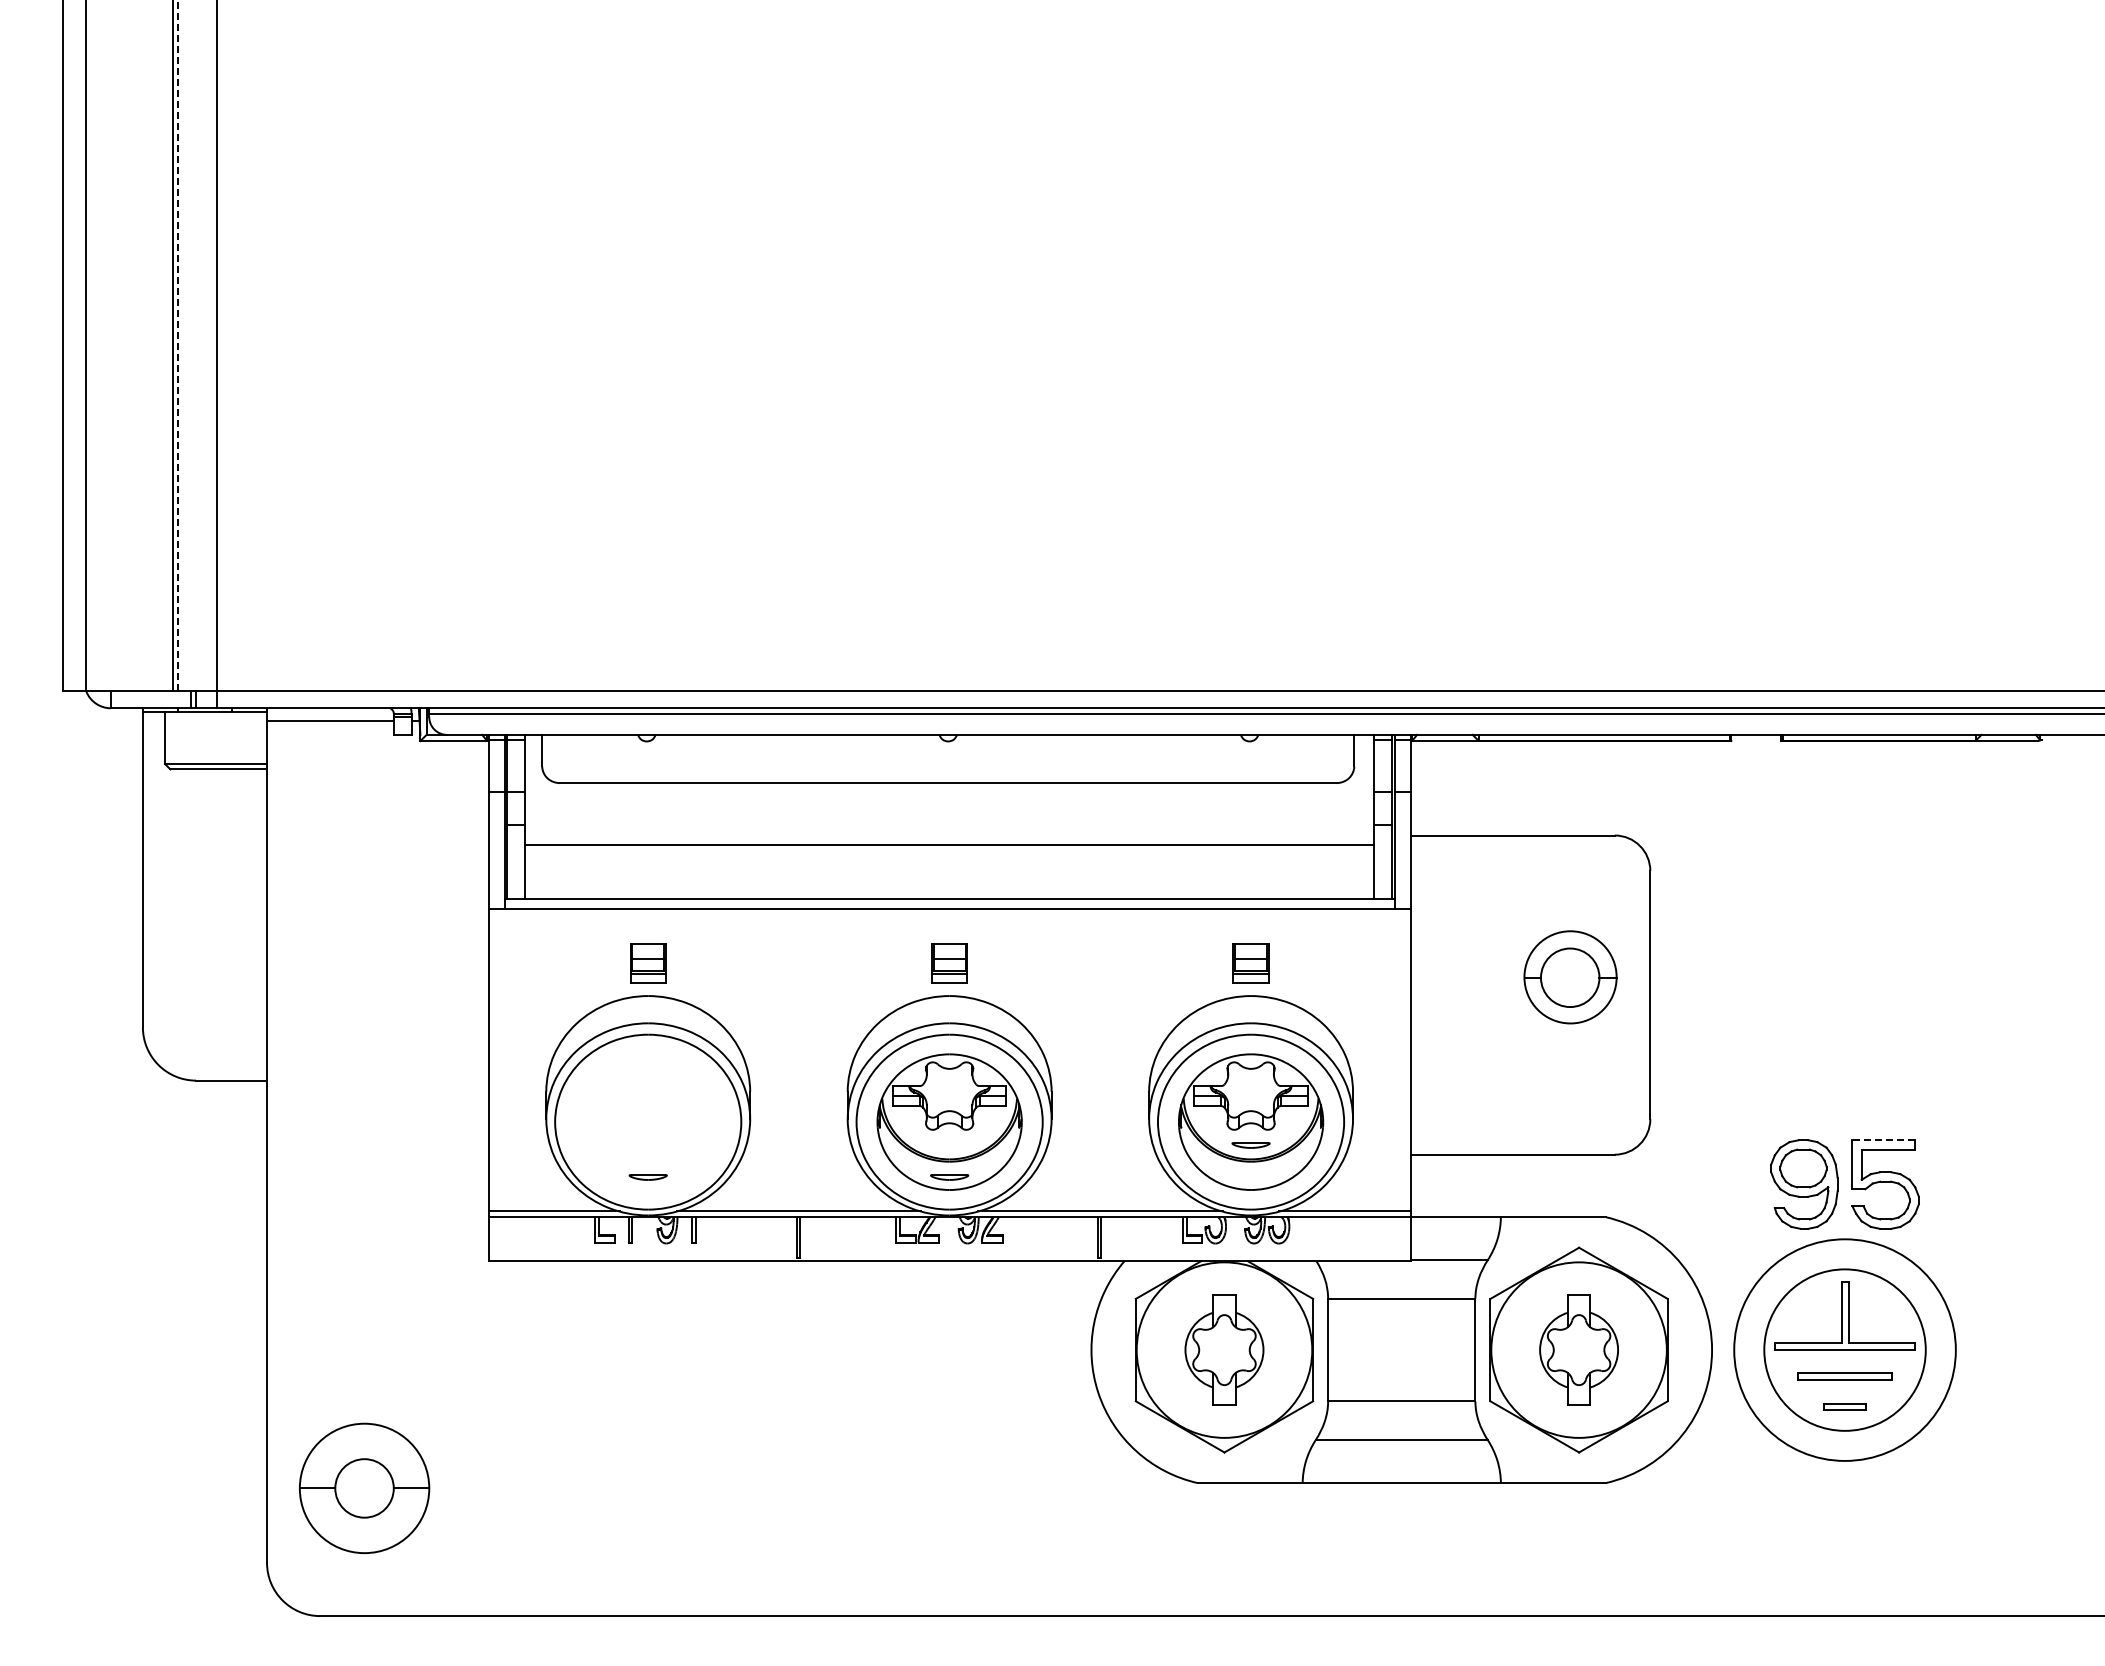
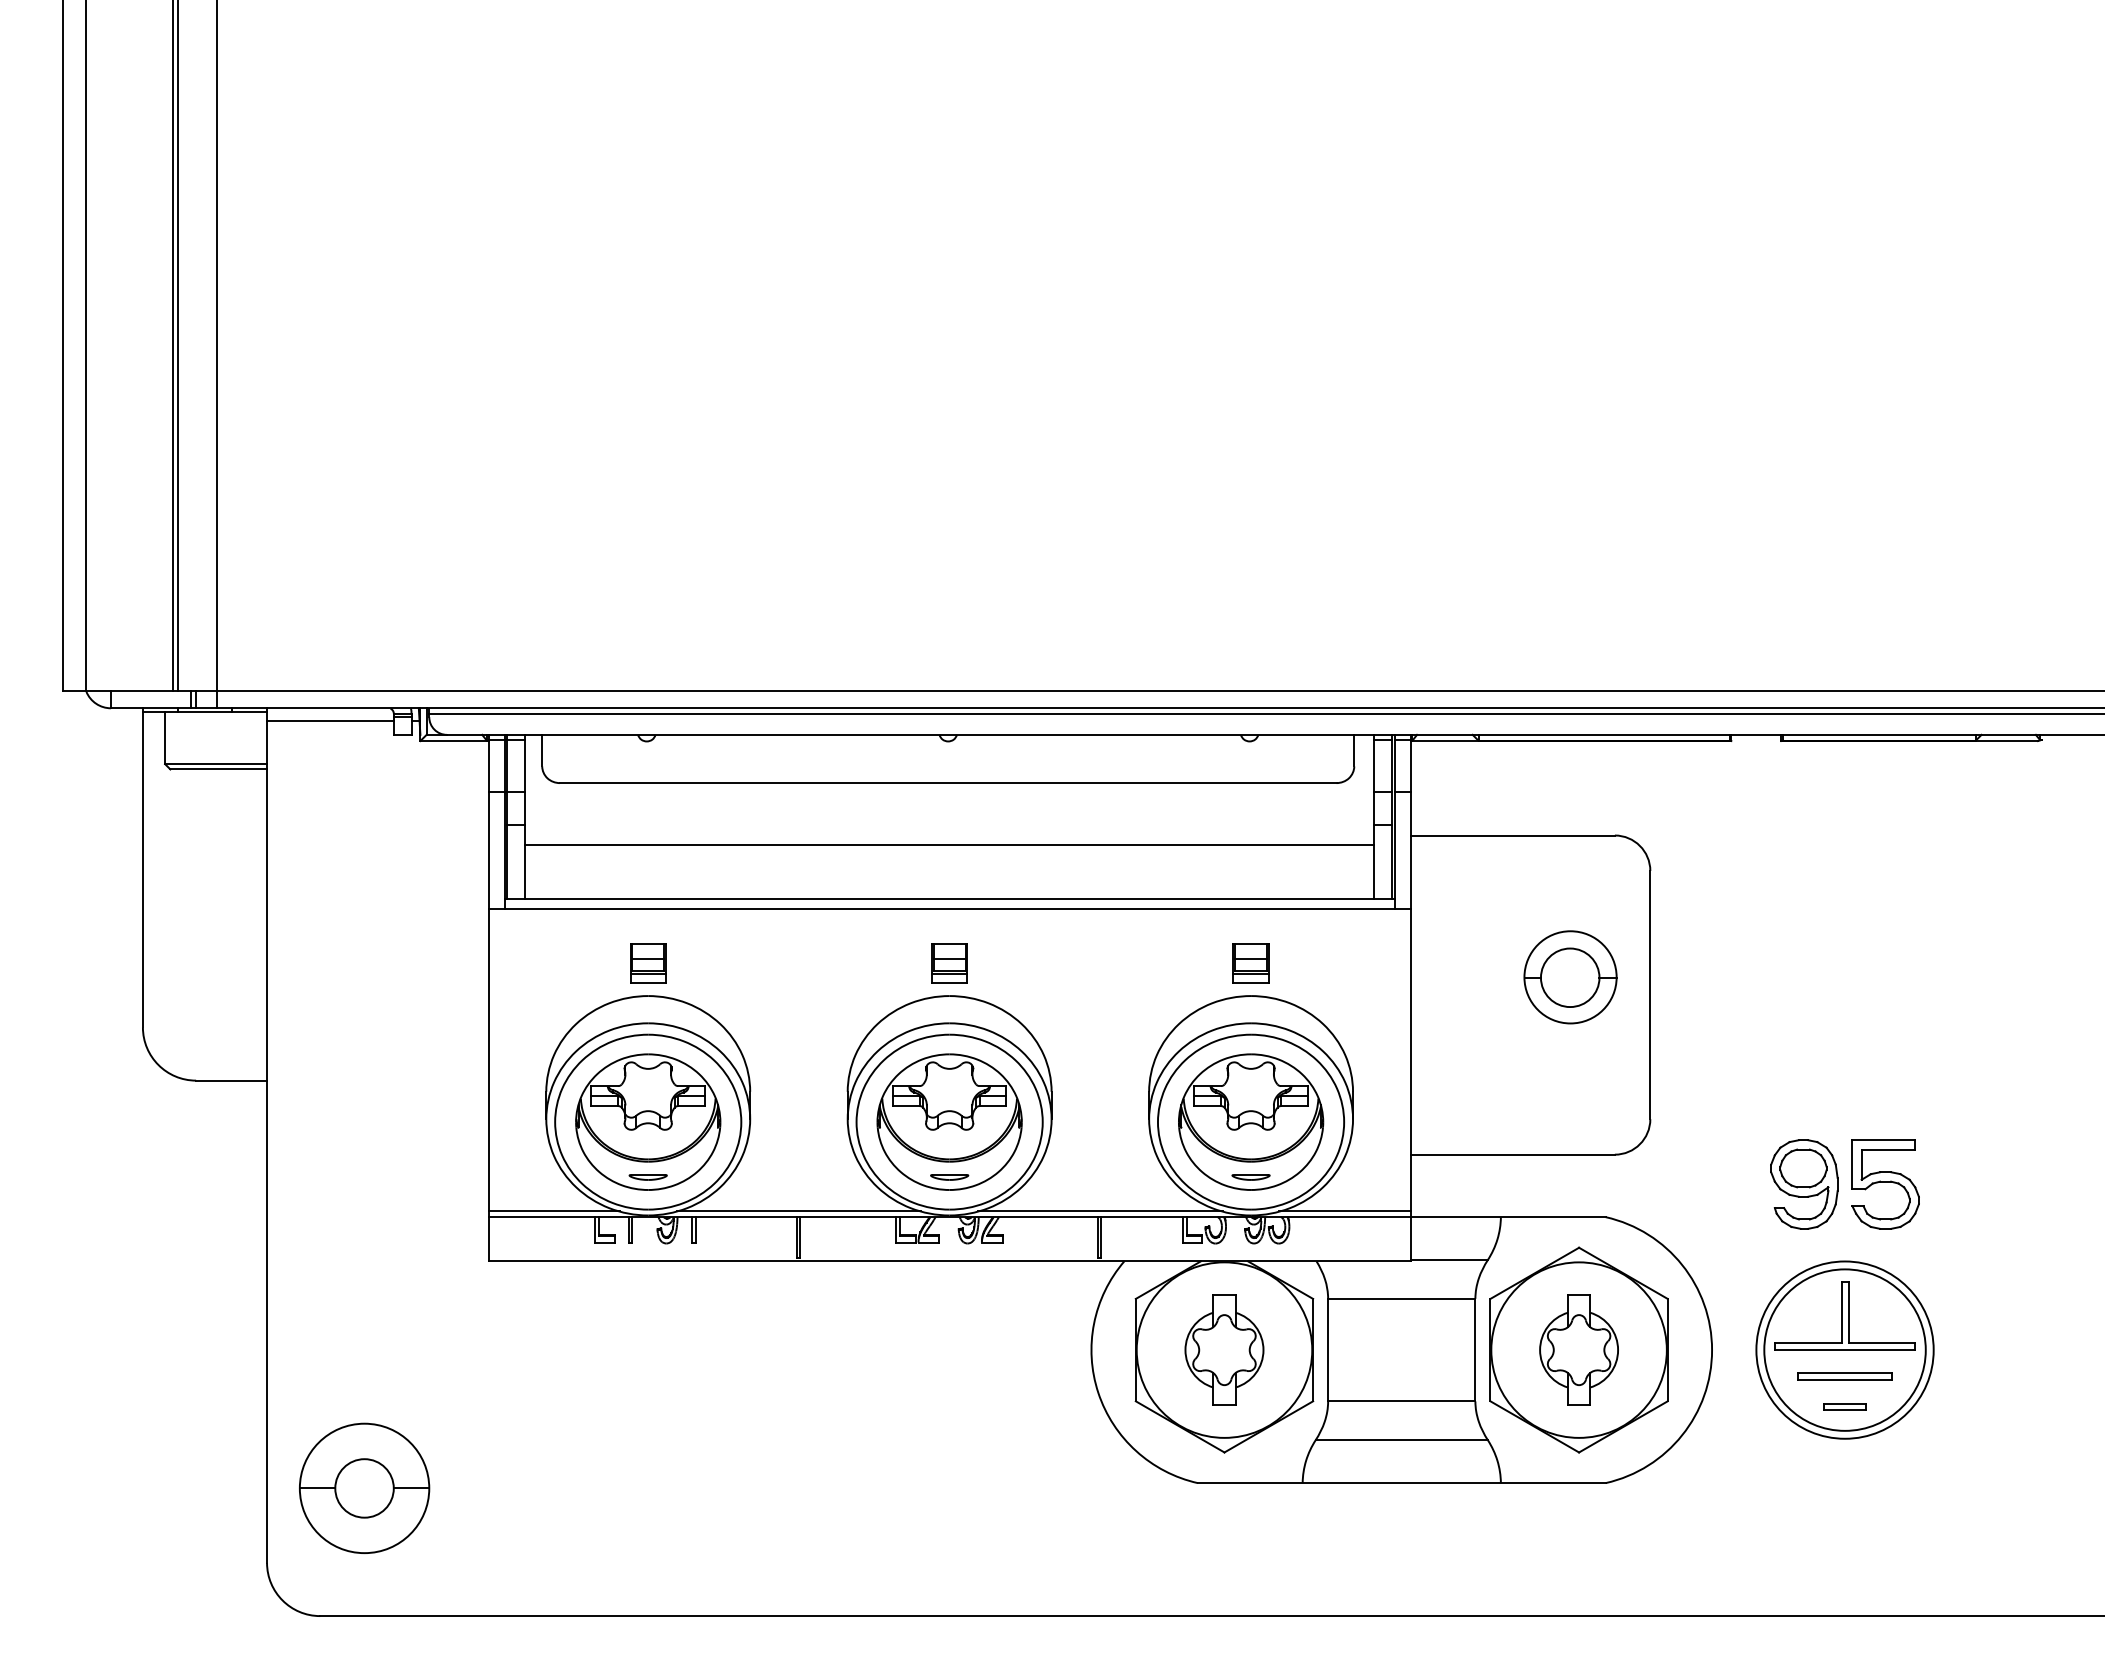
line at (178, 344): dashed -> solid
part at (648, 1121): none -> present
line at (1883, 1140): dashed -> solid
part at (1250, 1145) position: (1250, 1145) -> (1250, 1177)
circle at (1844, 1349) diameter: 222 px -> 177 px
